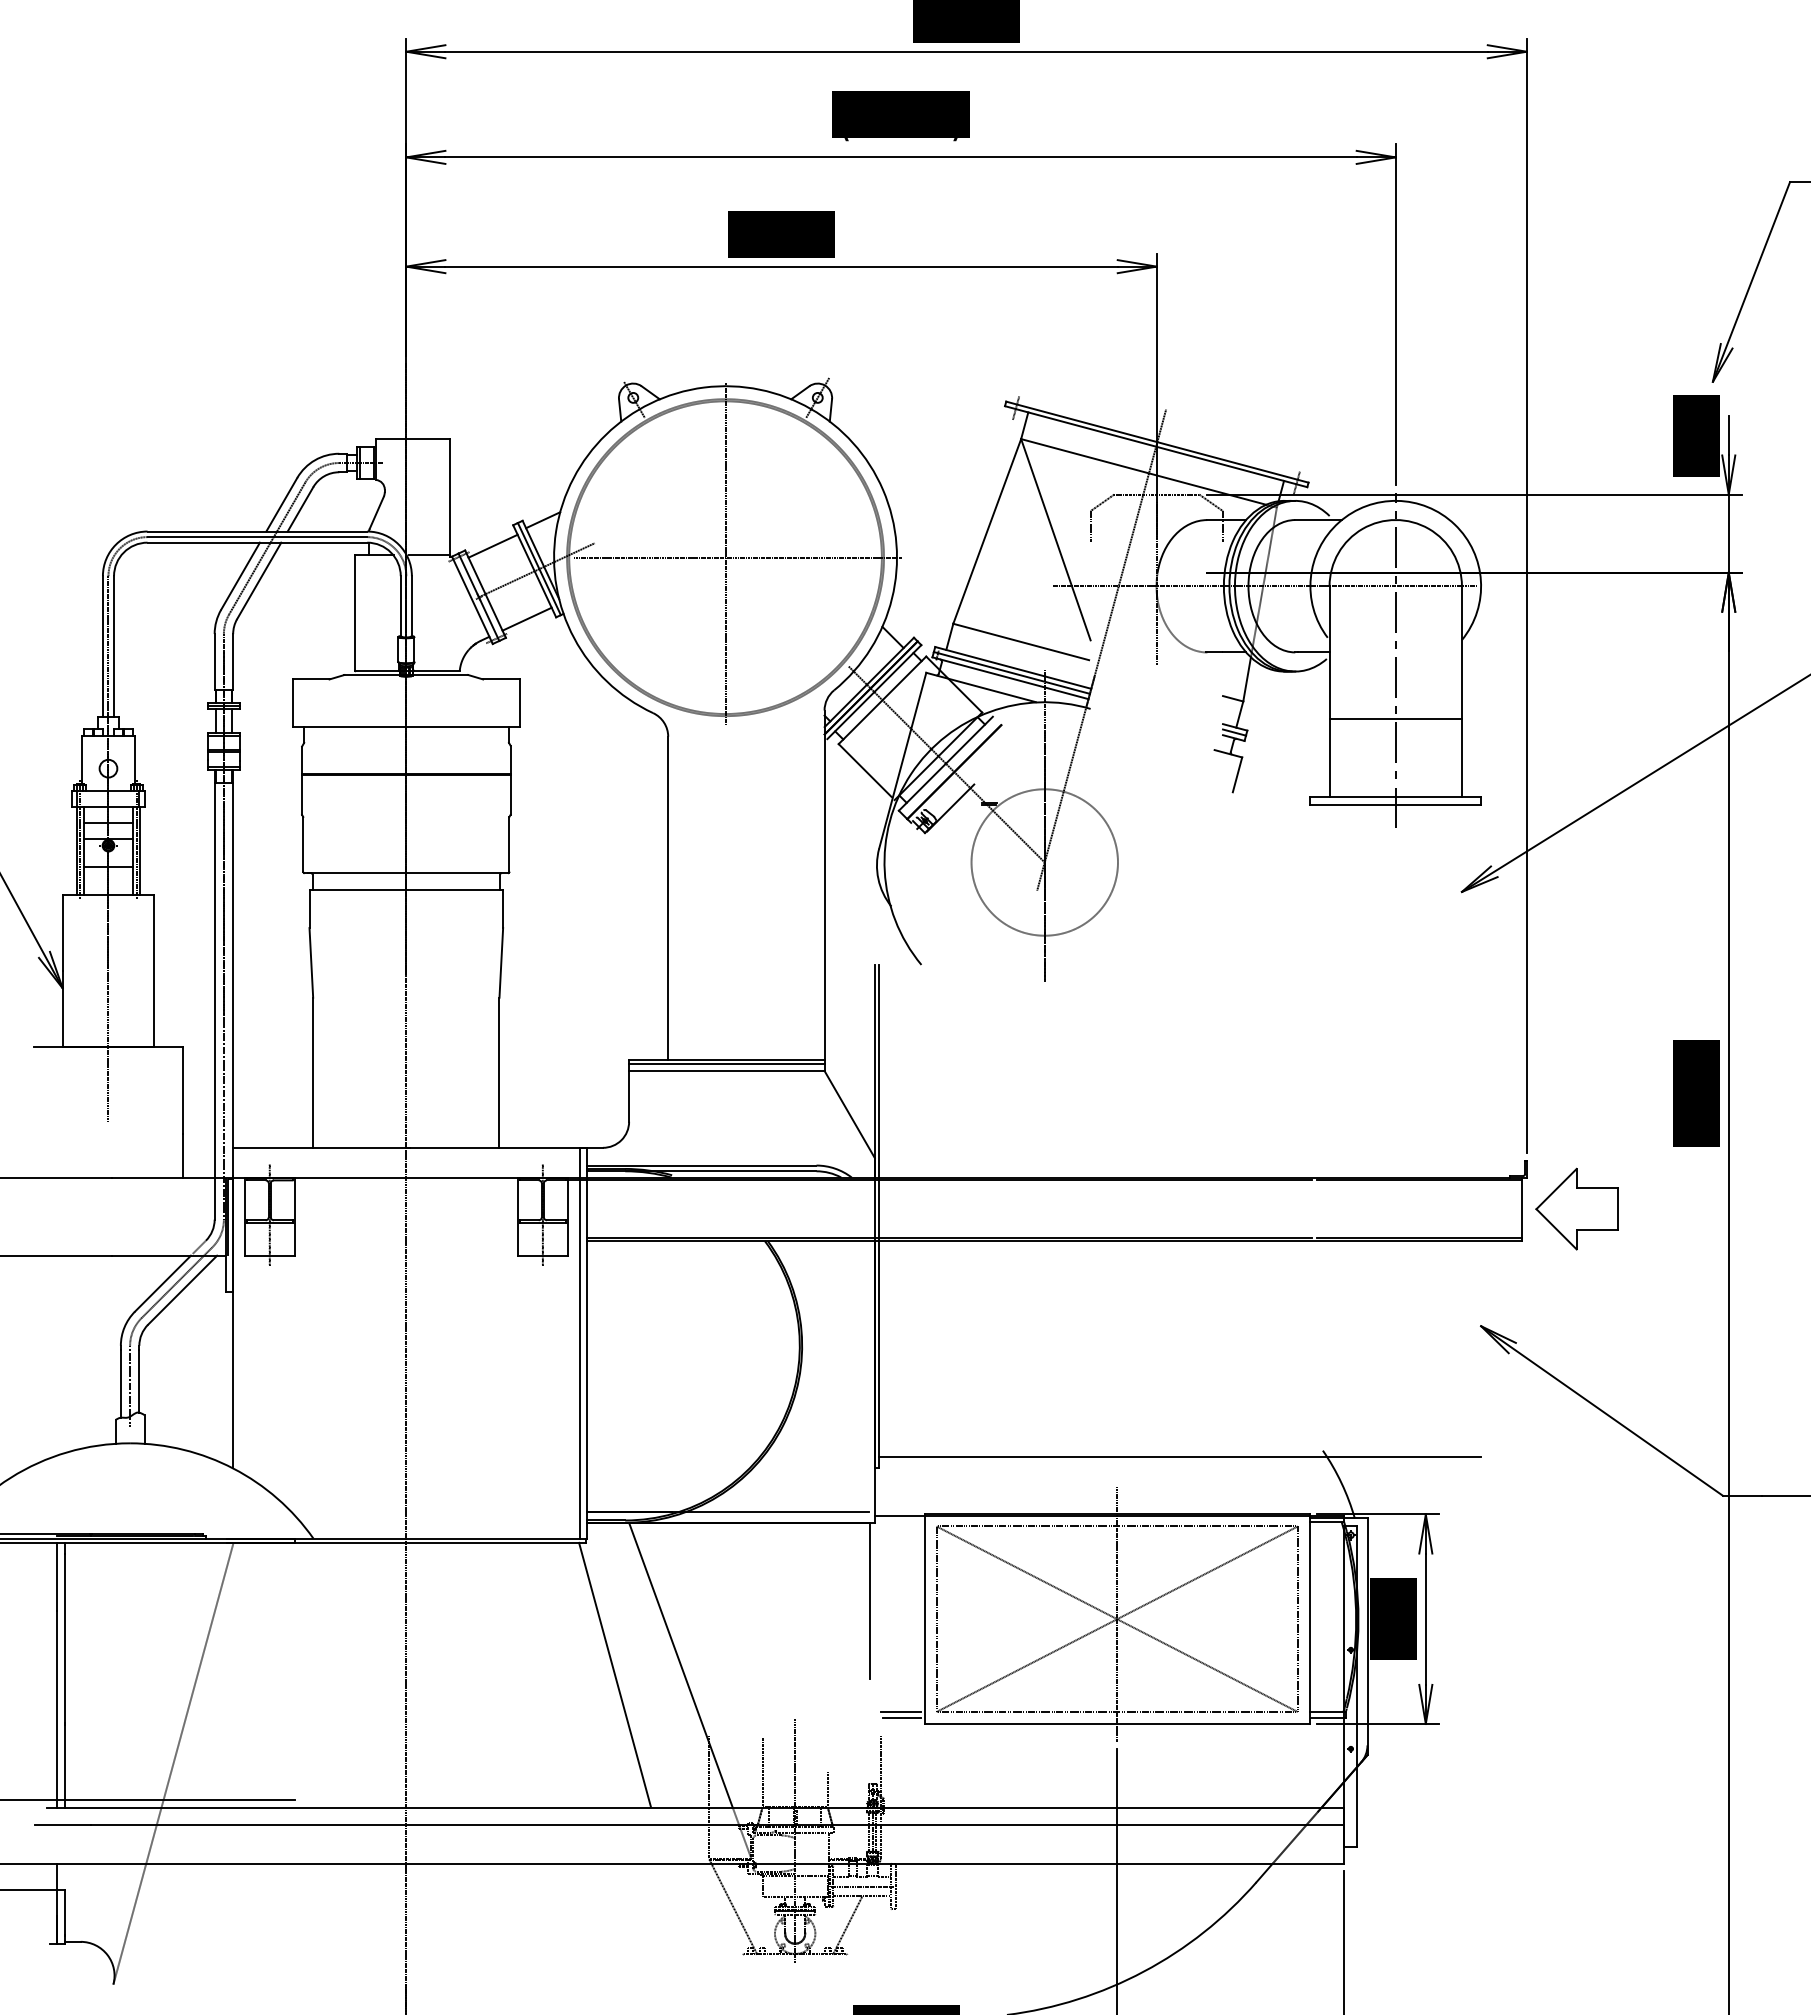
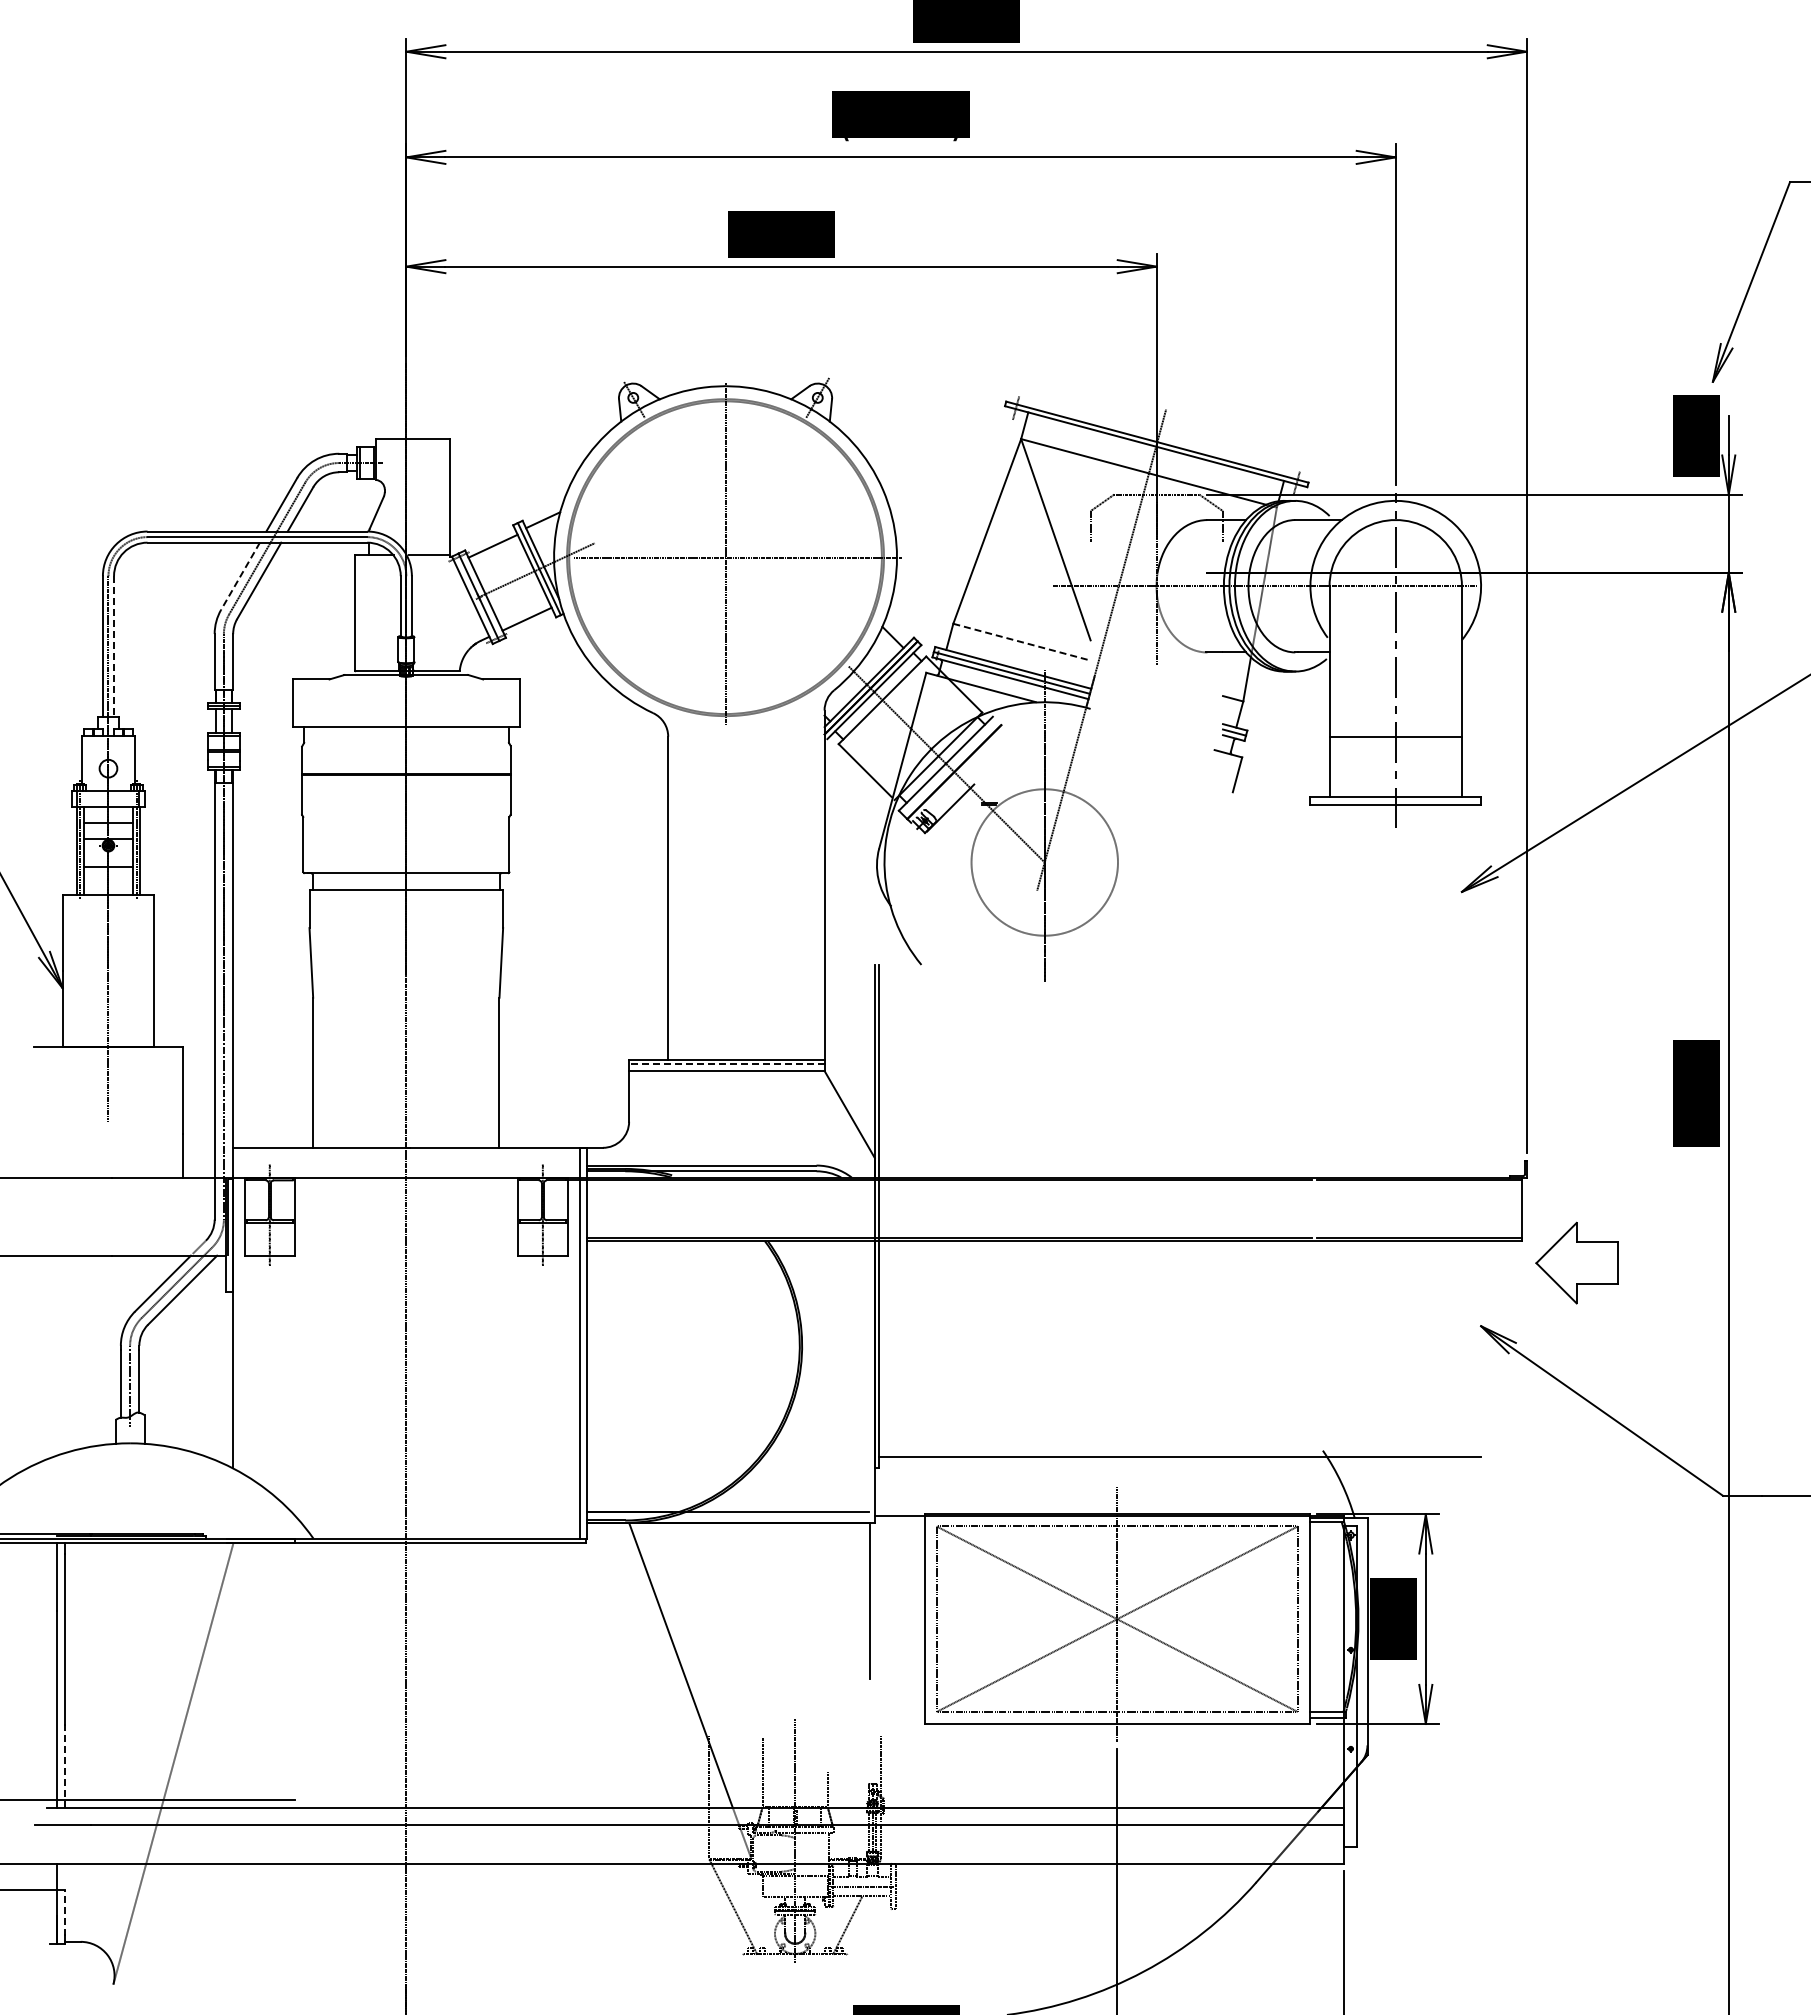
line at (240, 576): solid -> dashed
line at (1021, 642): solid -> dashed
line at (114, 646): solid -> dashed
line at (1395, 718) position: (1395, 718) -> (1395, 736)
line at (726, 1064): solid -> dashed
part at (1576, 1208) position: (1576, 1208) -> (1576, 1262)
line at (614, 1674): present -> none
line at (900, 1712): present -> none
line at (901, 1718): present -> none
line at (64, 1765): solid -> dashed
line at (64, 1912): solid -> dashed
